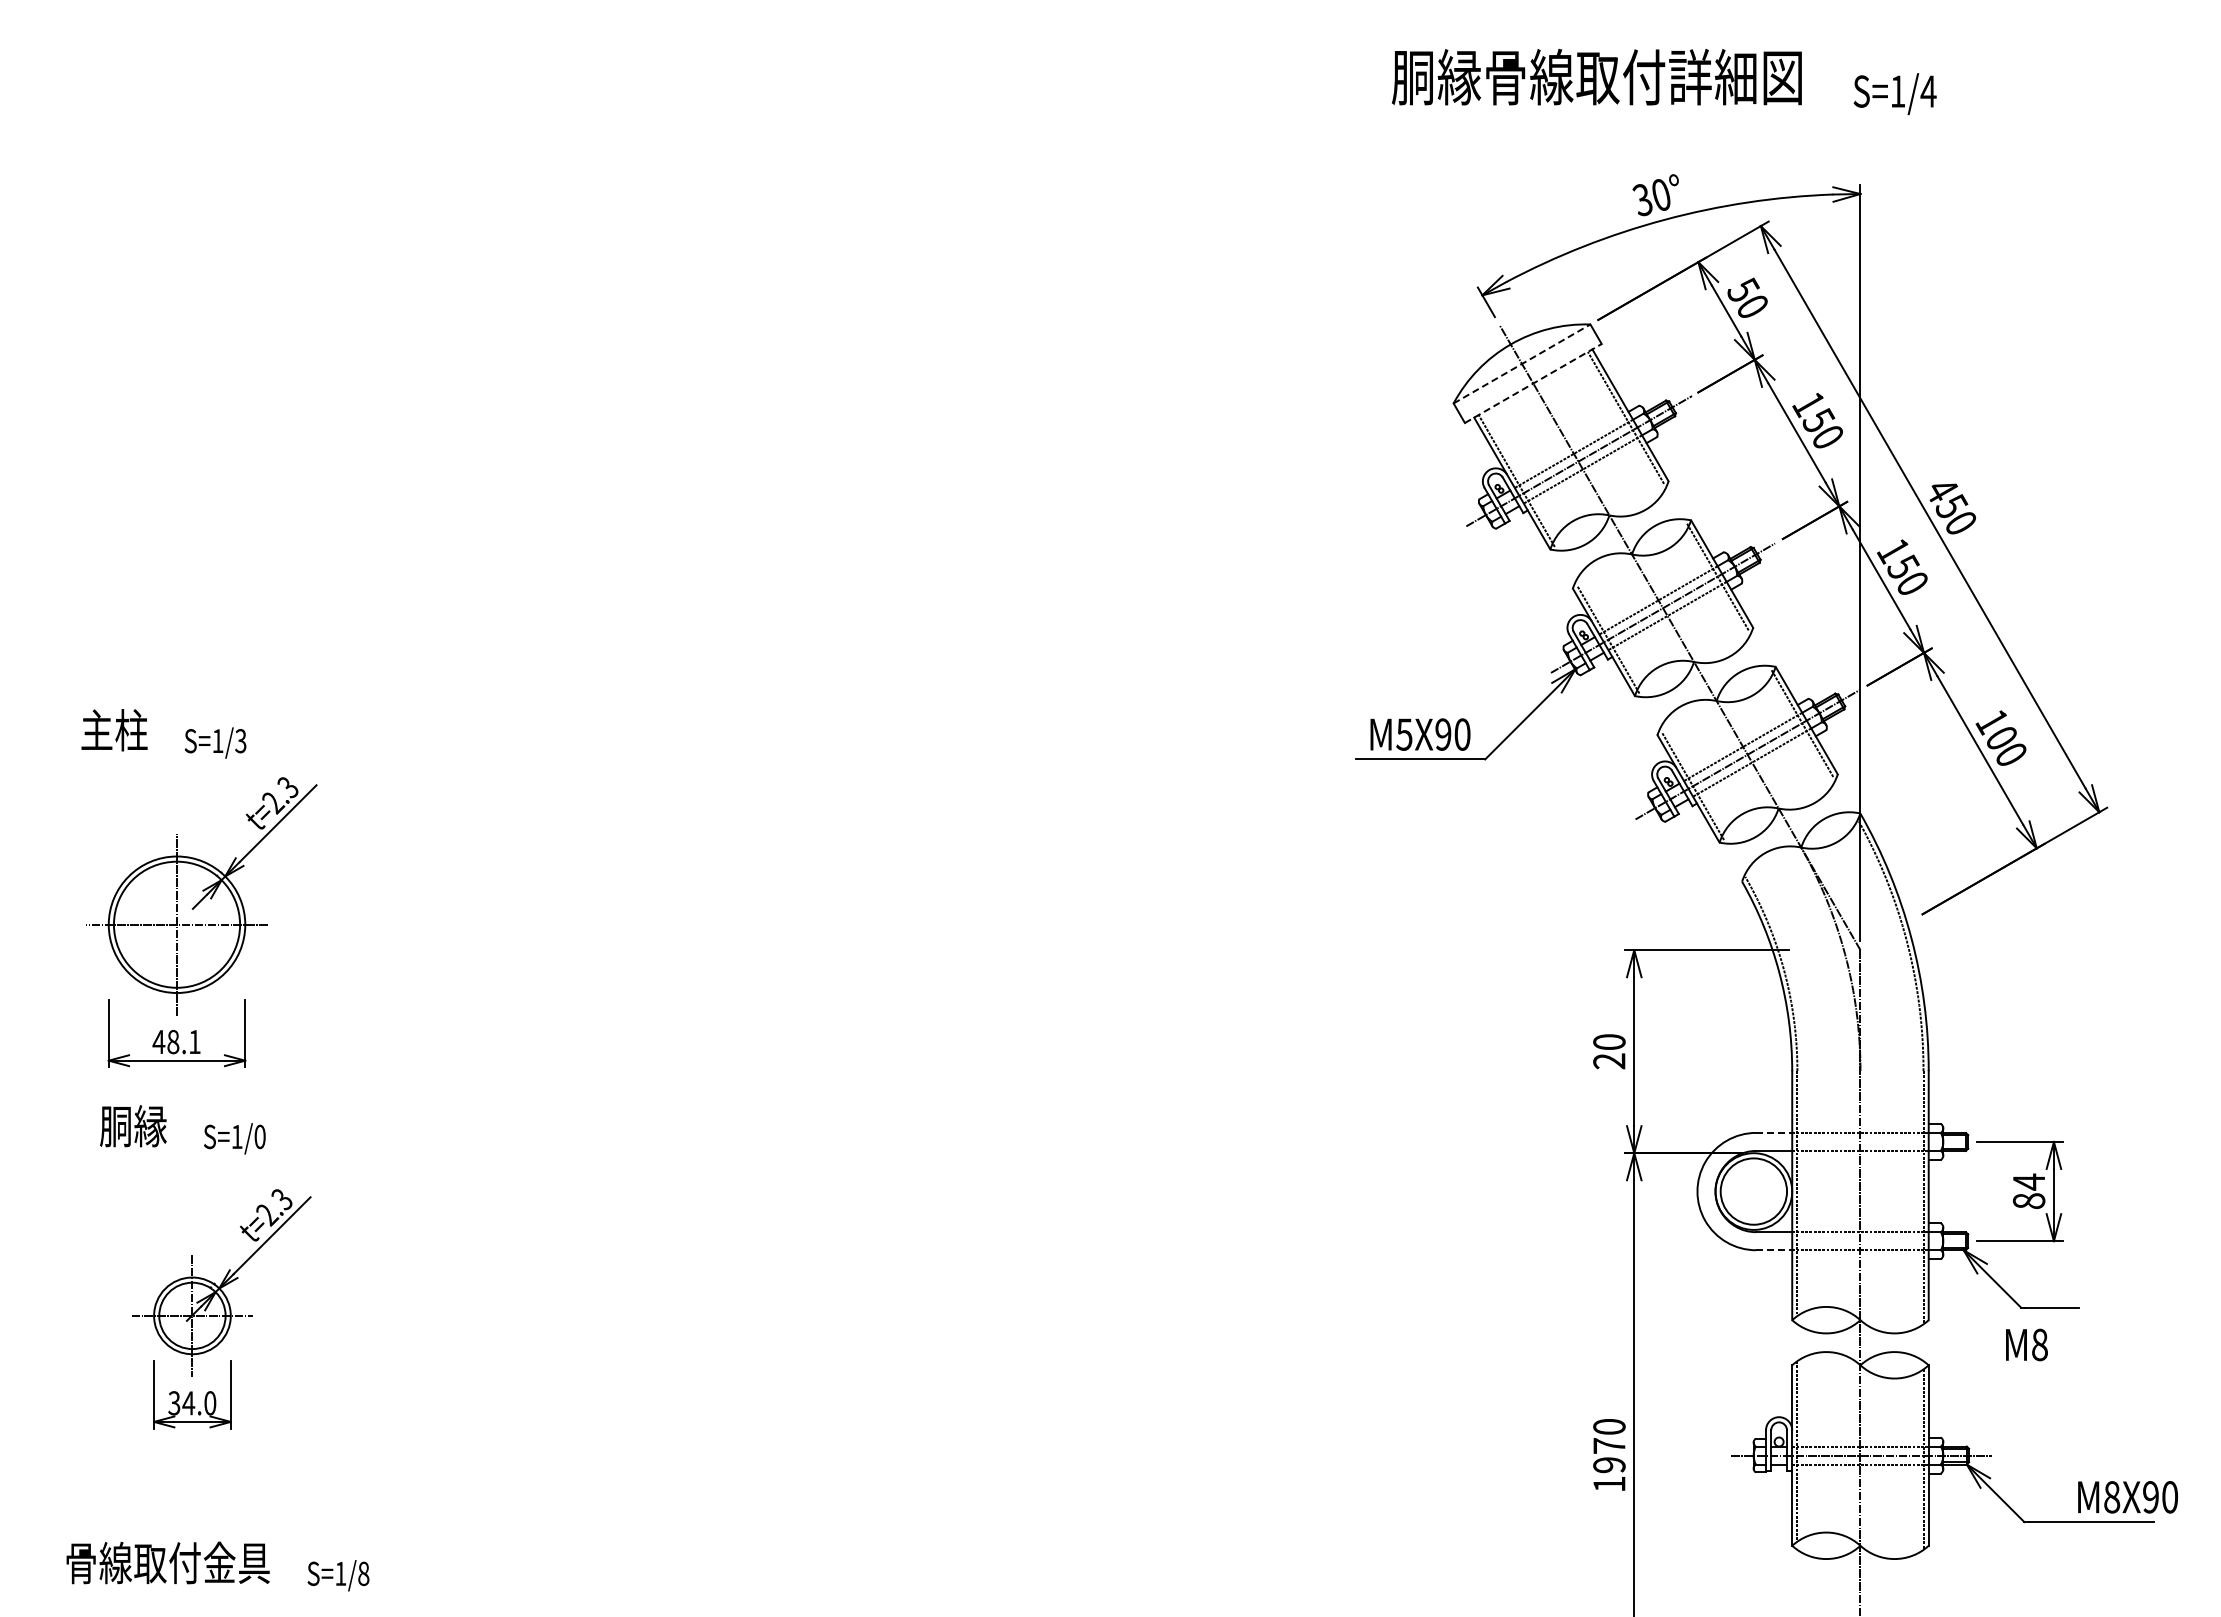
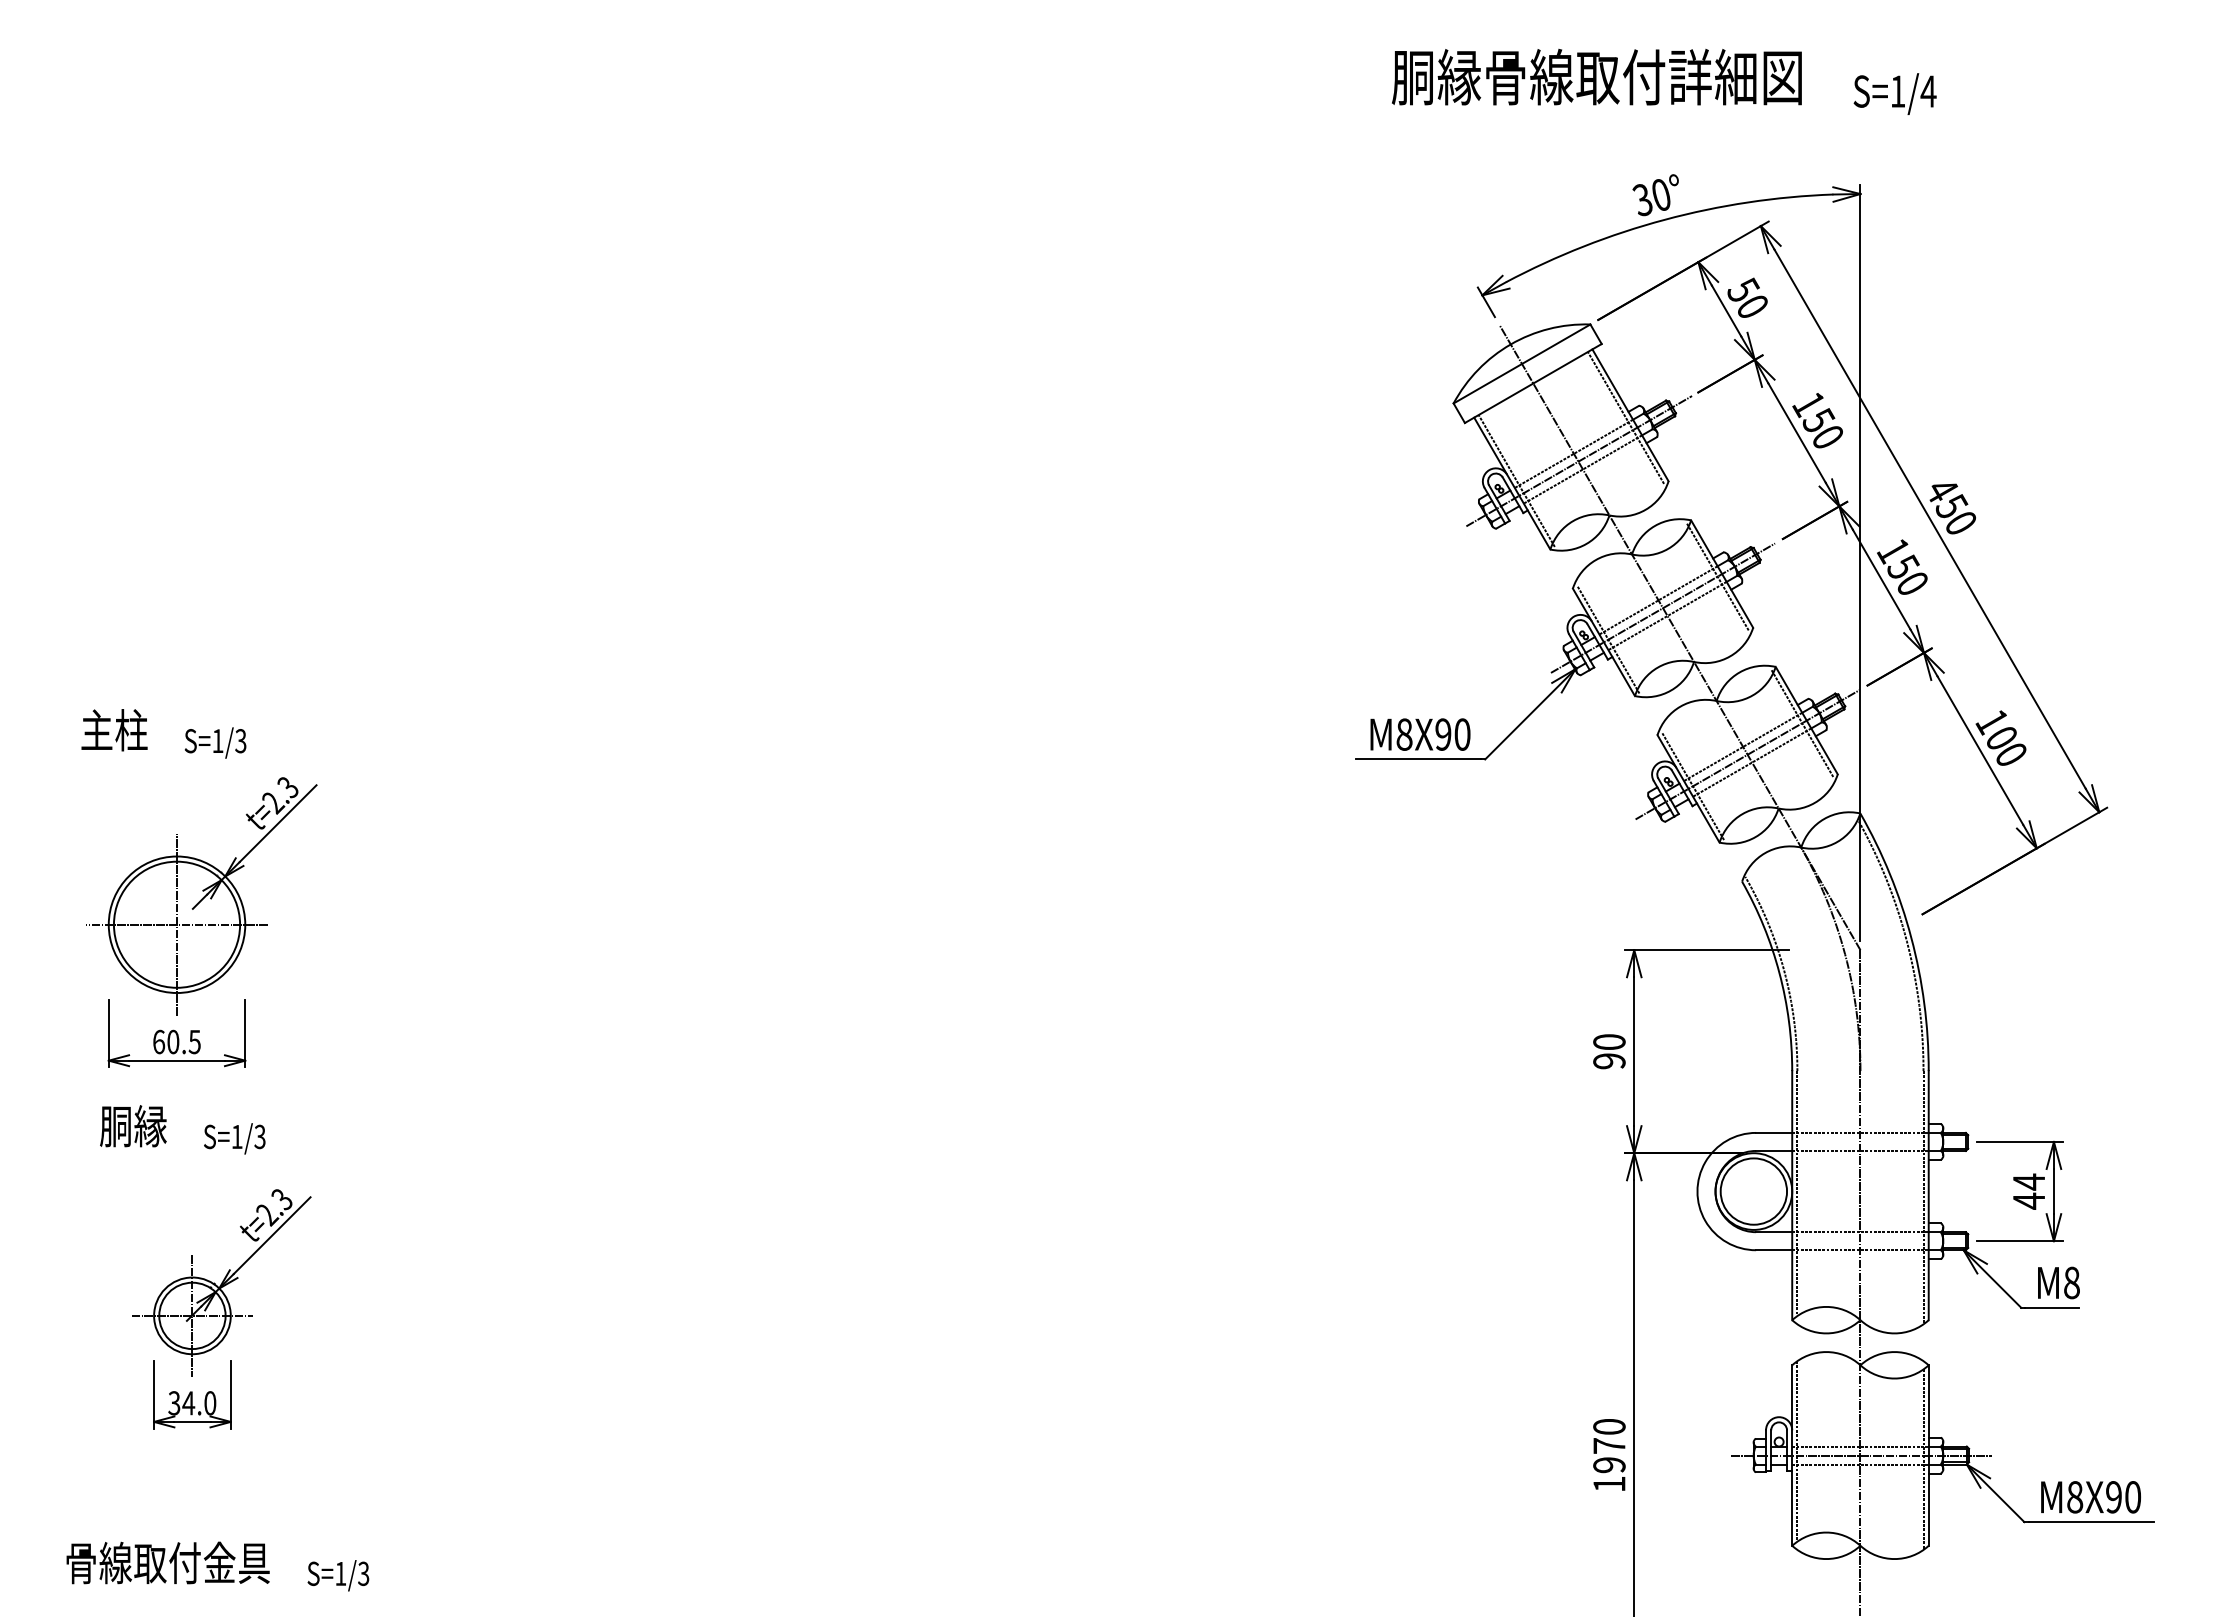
line at (1522, 363): dashed -> solid
line at (1533, 383): dashed -> solid
text at (1404, 734): M5X90 -> M8X90
text at (176, 1041): 48.1 -> 60.5
text at (1609, 1061): 20 -> 90
line at (1774, 1132): dashed -> solid
text at (259, 1136): S=1/0 -> S=1/3
text at (2028, 1200): 84 -> 44
line at (1774, 1250): dashed -> solid
text at (2026, 1344) position: (2026, 1344) -> (2058, 1282)
text at (2127, 1497) position: (2127, 1497) -> (2090, 1497)
text at (363, 1573): S=1/8 -> S=1/3
